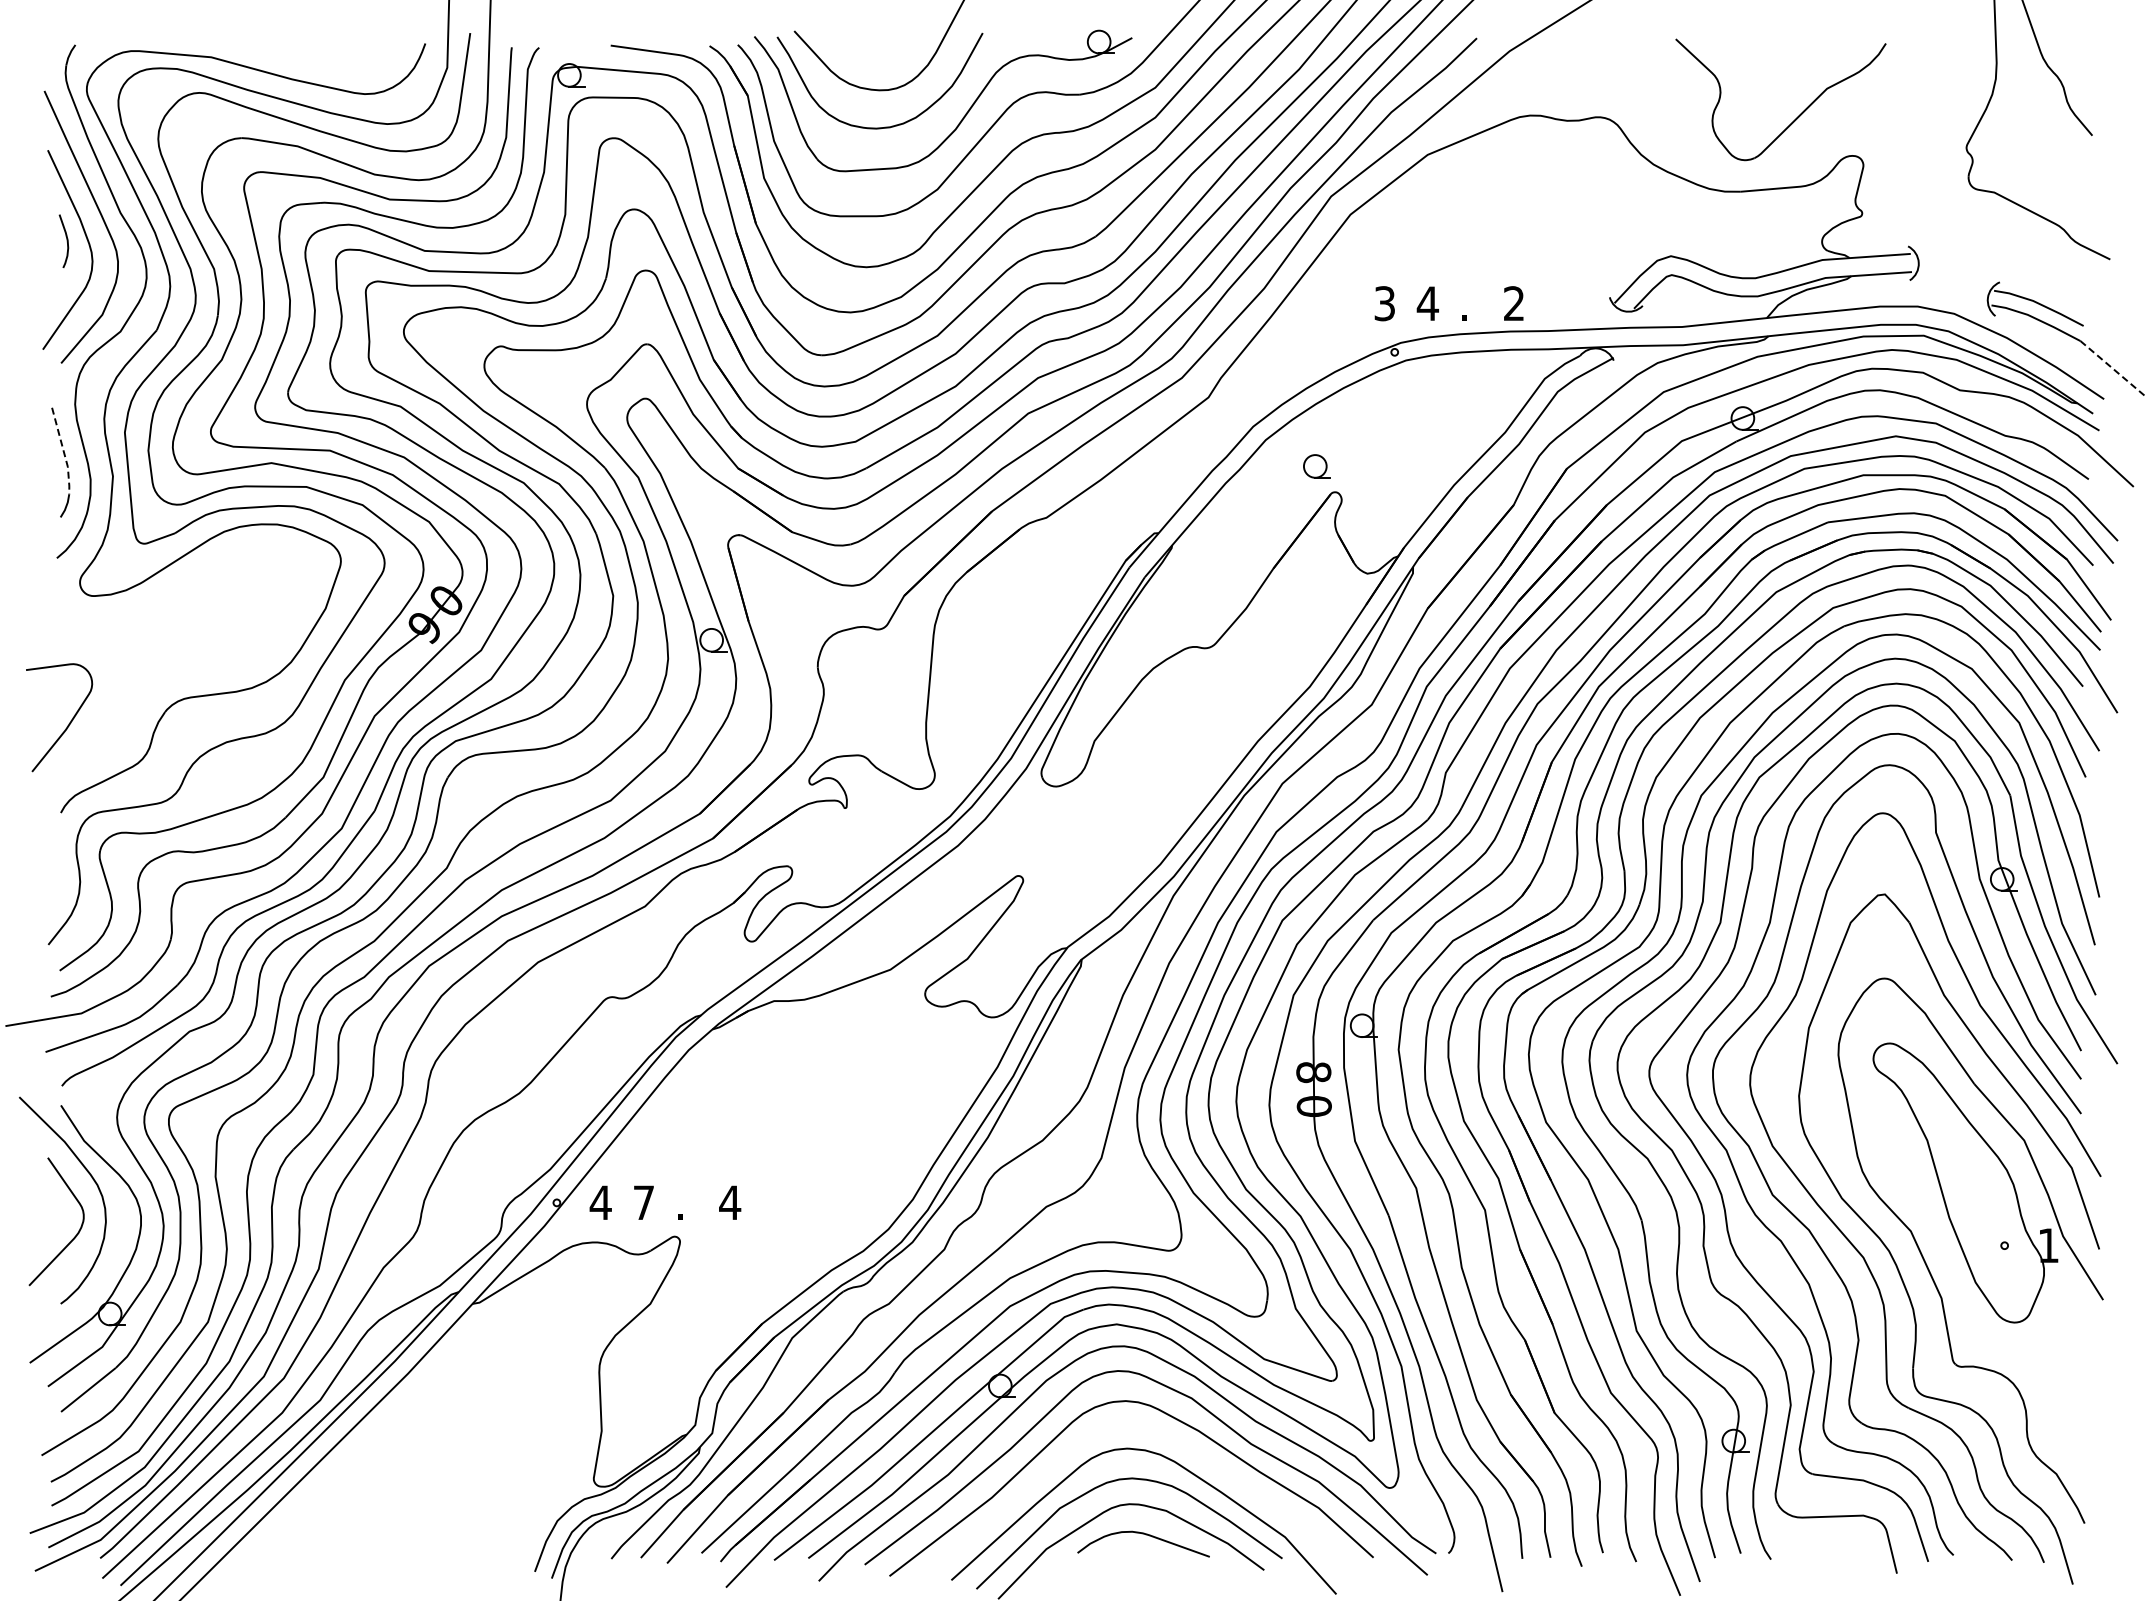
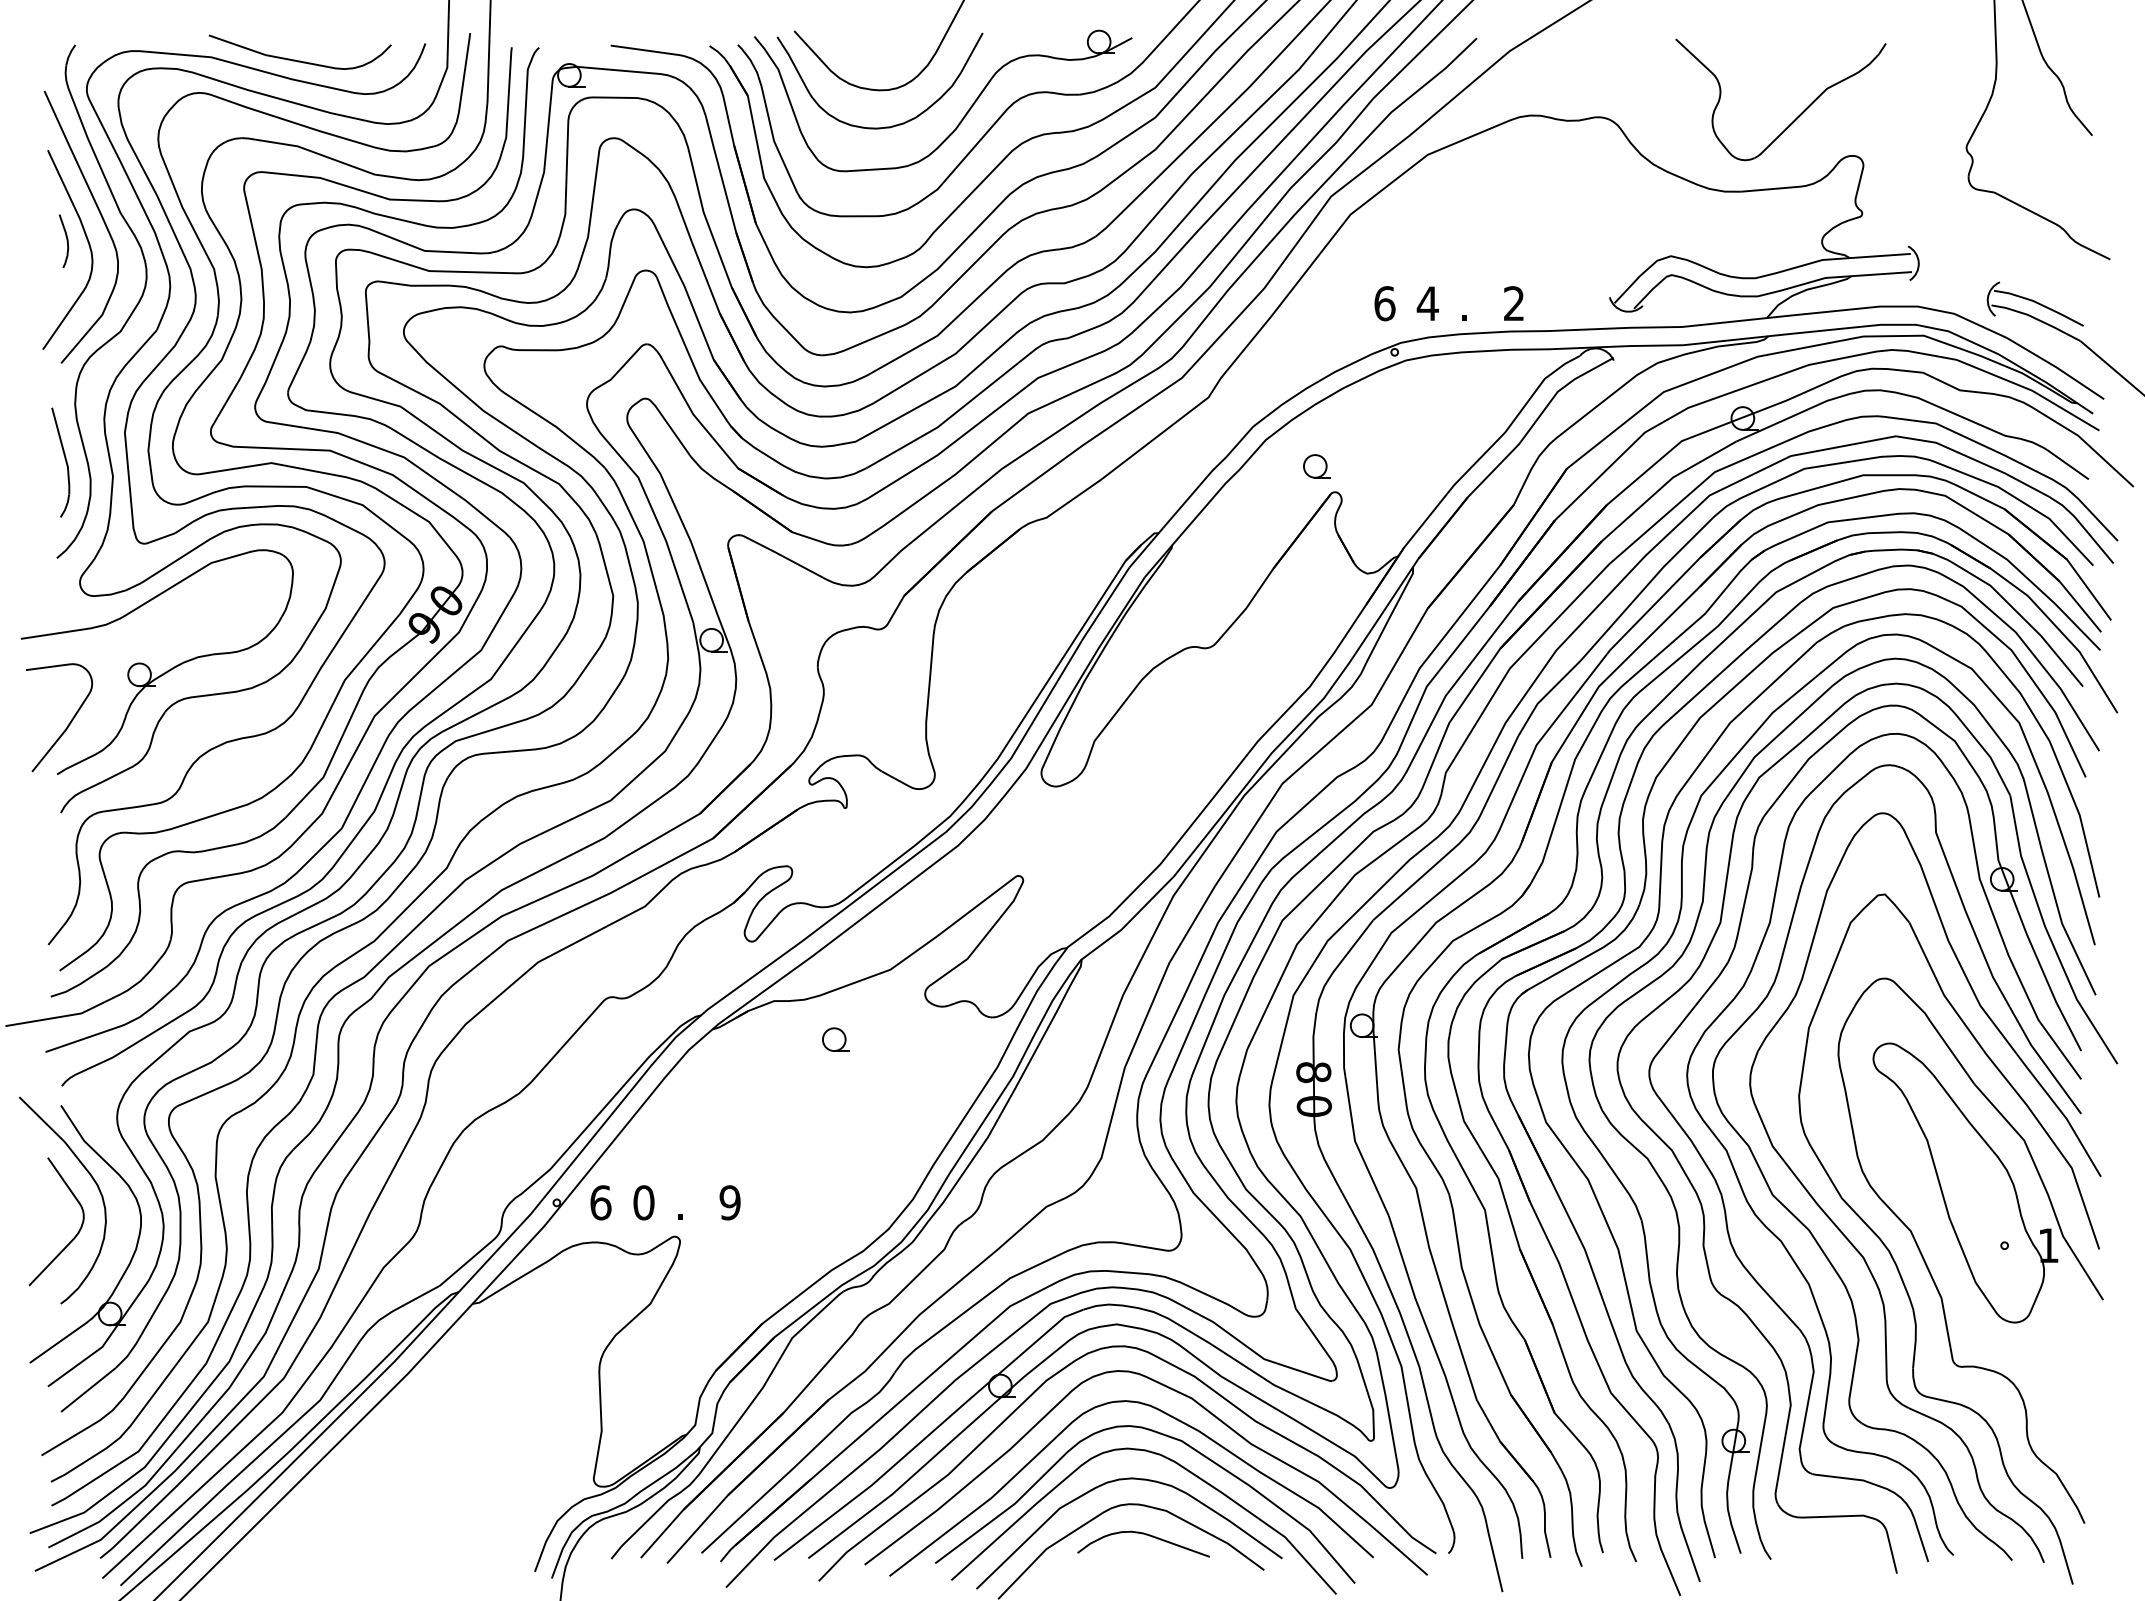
curve at (295, 59): none -> present
text at (1384, 303): 3 -> 6
line at (2113, 368): dashed -> solid
line at (64, 452): dashed -> solid
part at (150, 668): none -> present
part at (835, 1039): none -> present
text at (600, 1202): 4 -> 6
text at (643, 1202): 7 -> 0
text at (730, 1202): 4 -> 9
curve at (1173, 1439): none -> present
